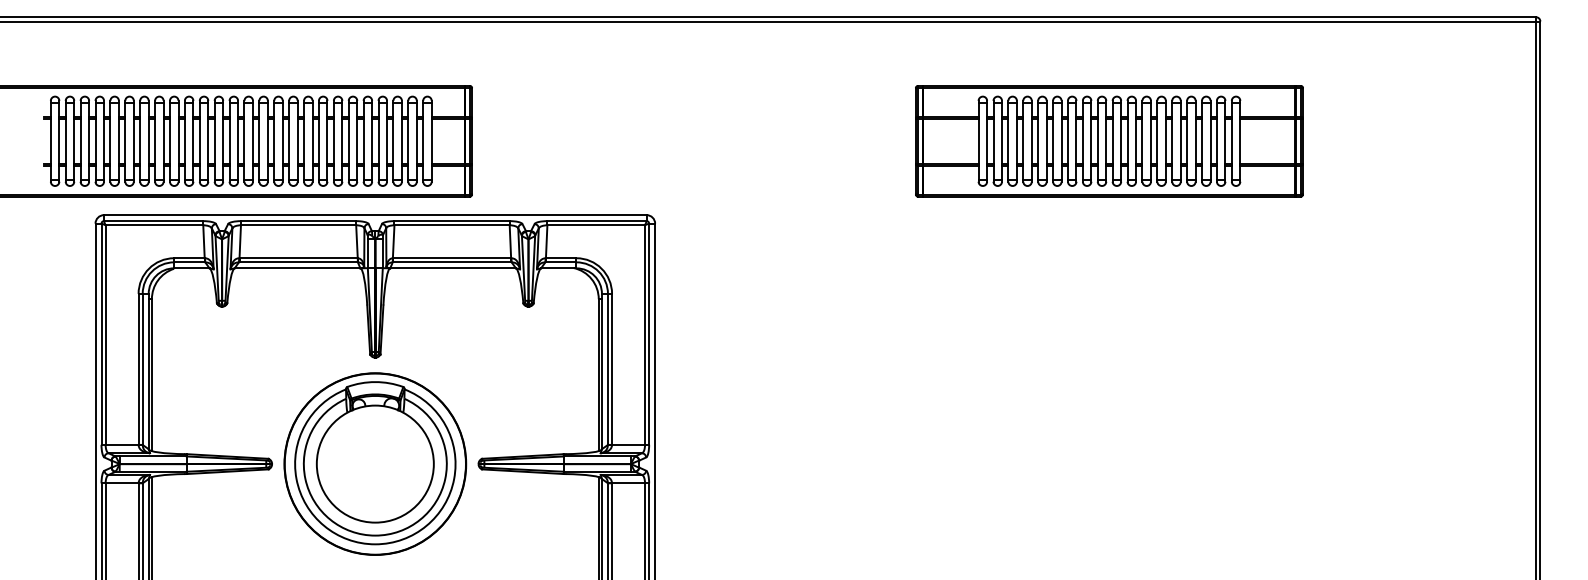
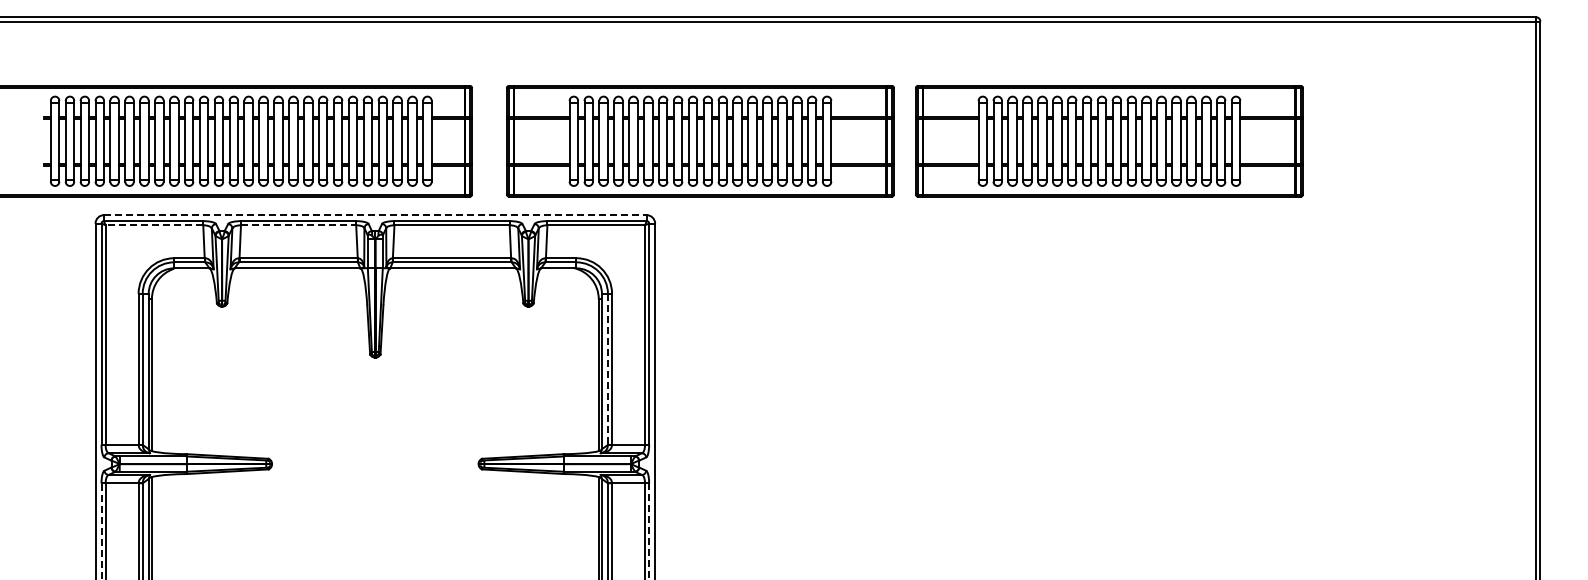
part at (700, 141): none -> present
line at (375, 215): solid -> dashed
line at (154, 225): solid -> dashed
line at (298, 225): solid -> dashed
line at (607, 369): solid -> dashed
part at (375, 463): present -> none
line at (101, 531): solid -> dashed
line at (649, 531): solid -> dashed
